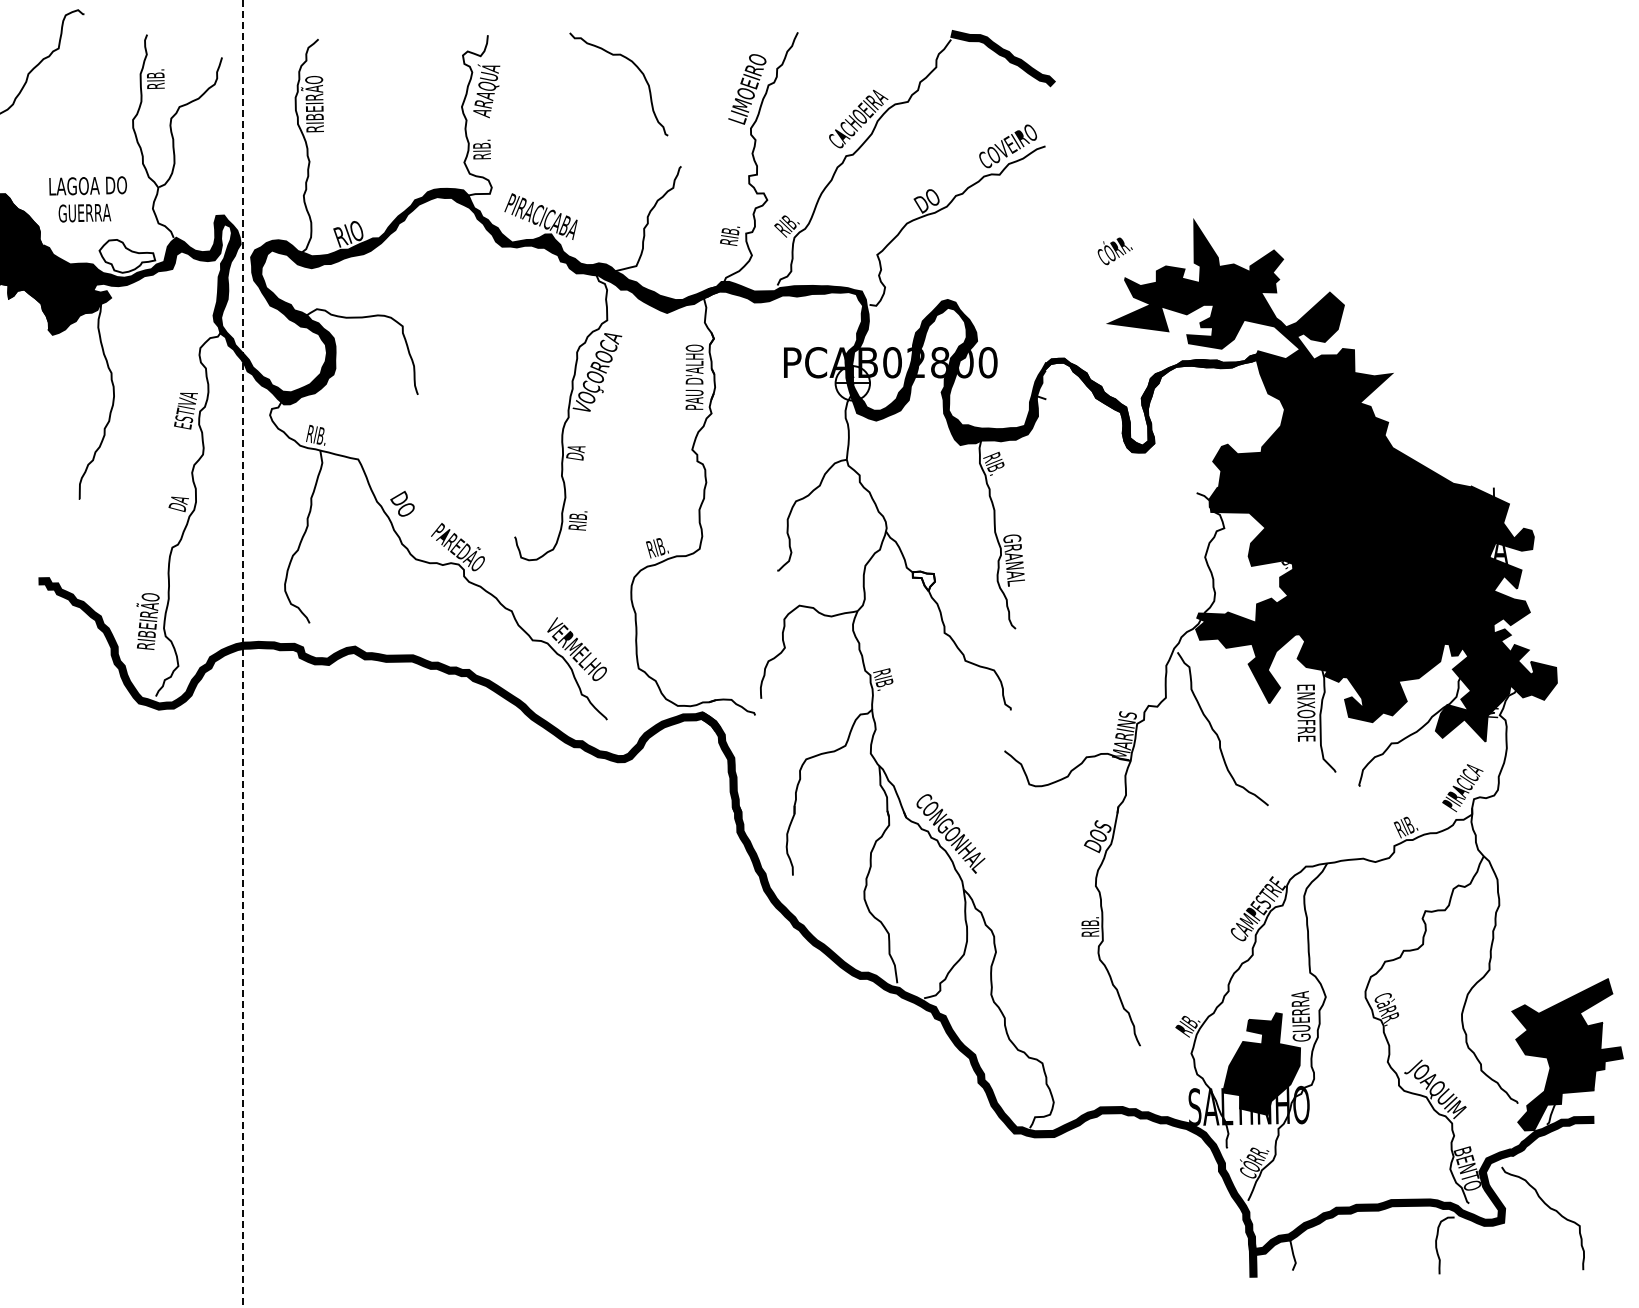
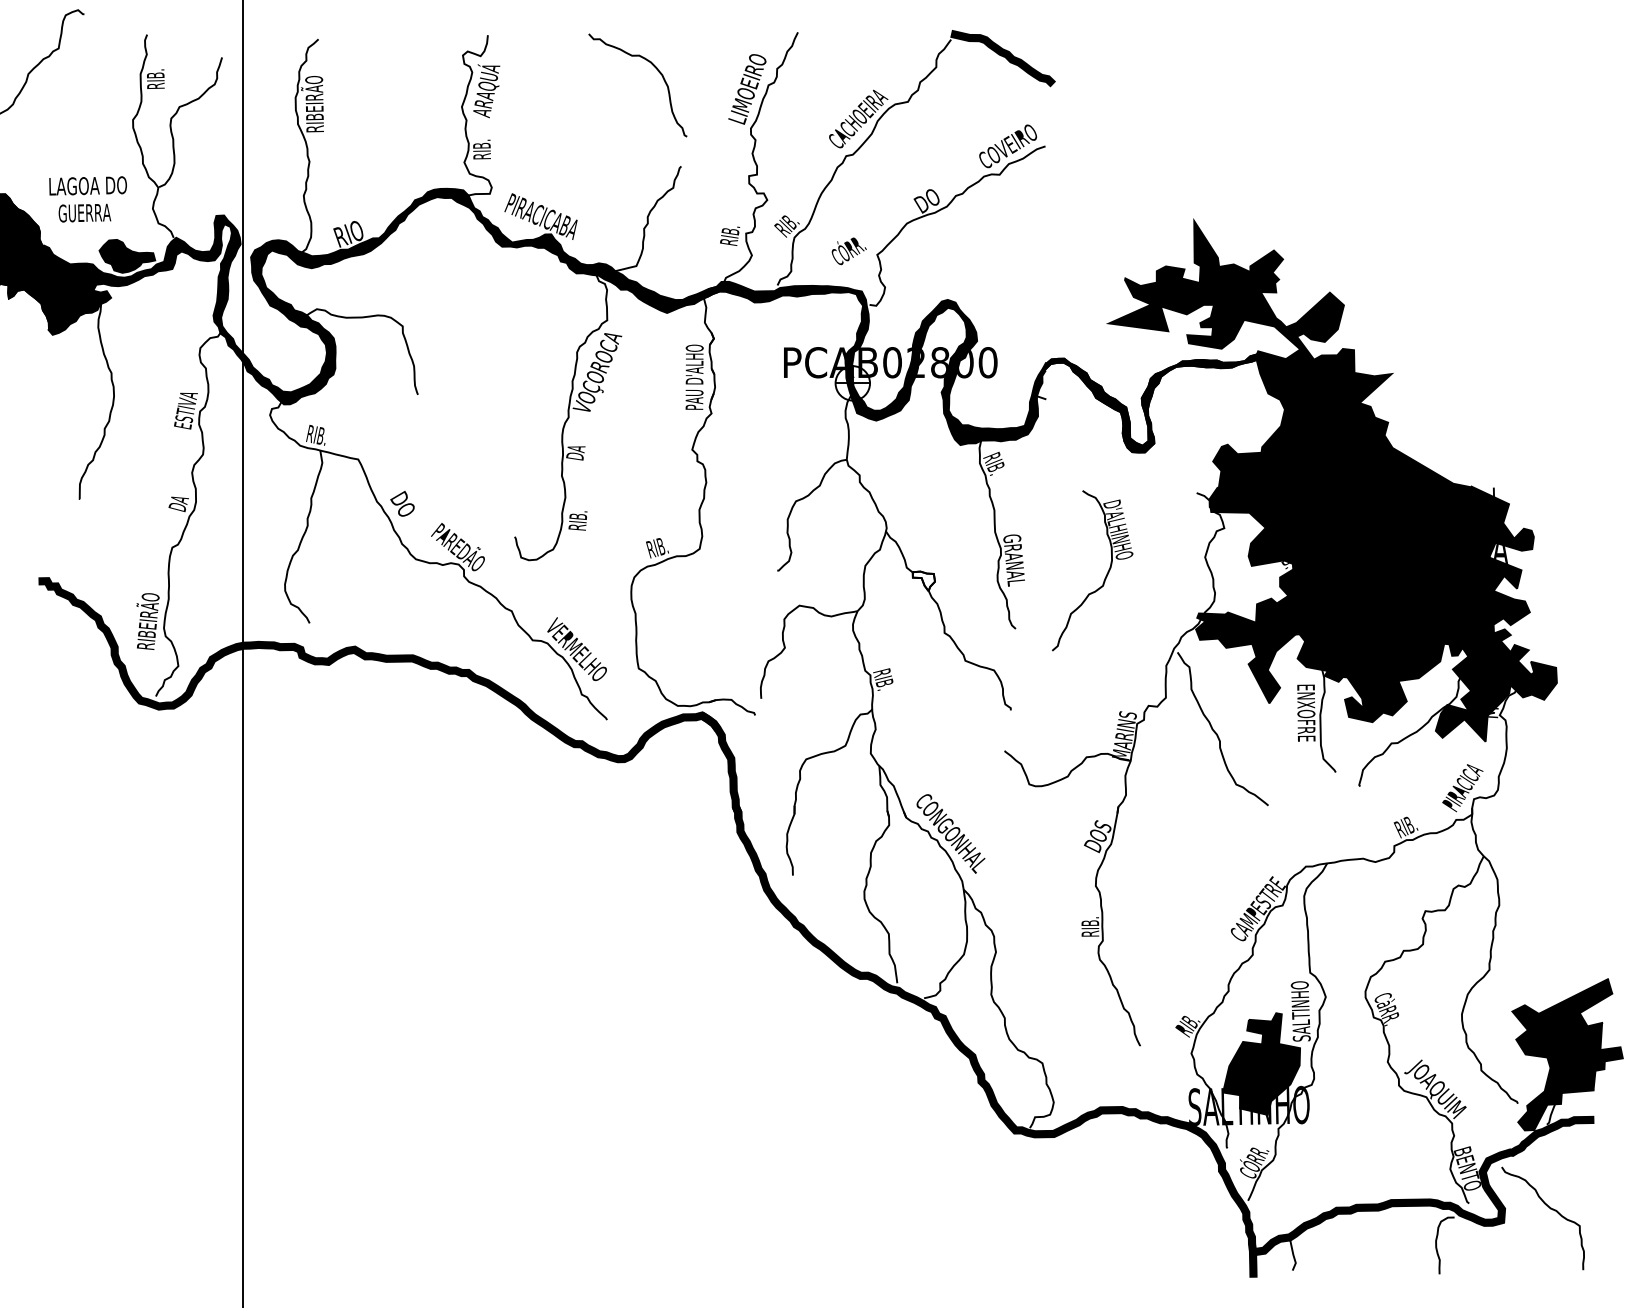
curve at (639, 71) position: (639, 71) -> (658, 72)
text at (1114, 251) position: (1114, 251) -> (848, 251)
fill at (127, 255): none -> present
part at (1106, 573): none -> present
line at (243, 653): dashed -> solid
text at (1300, 1011): GUERRA -> SALTINHO
